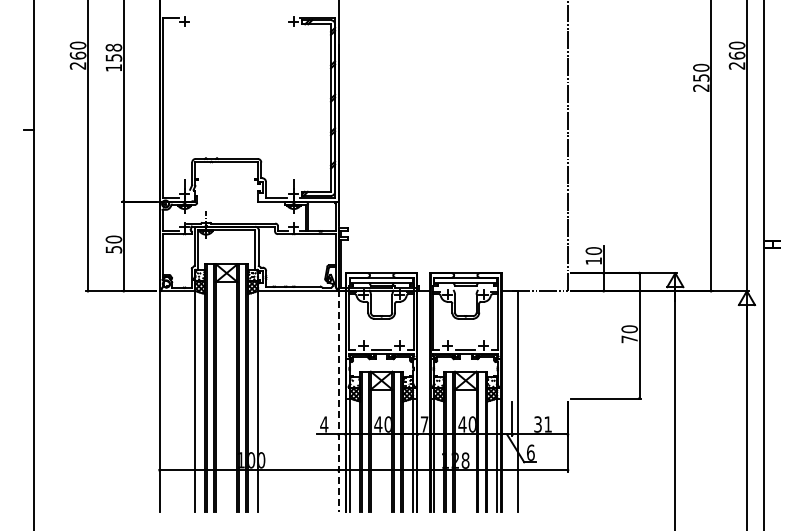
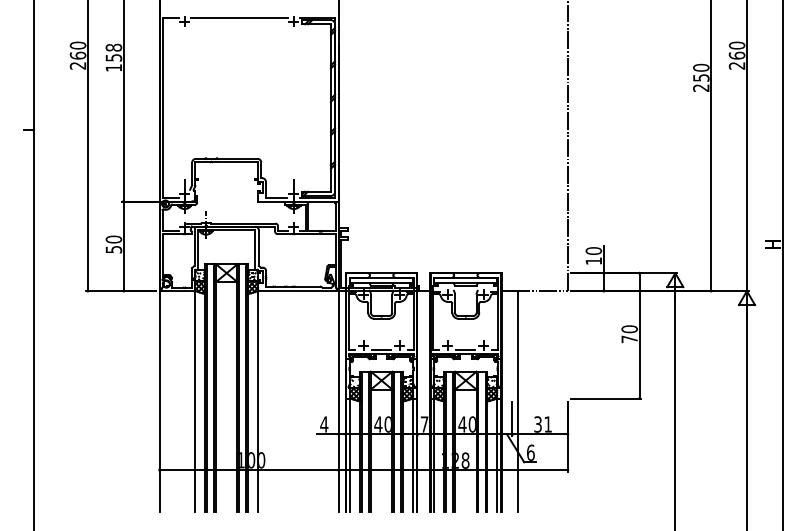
line at (239, 17): none -> present
line at (763, 264) position: (763, 264) -> (782, 264)
line at (338, 401): dashed -> solid
